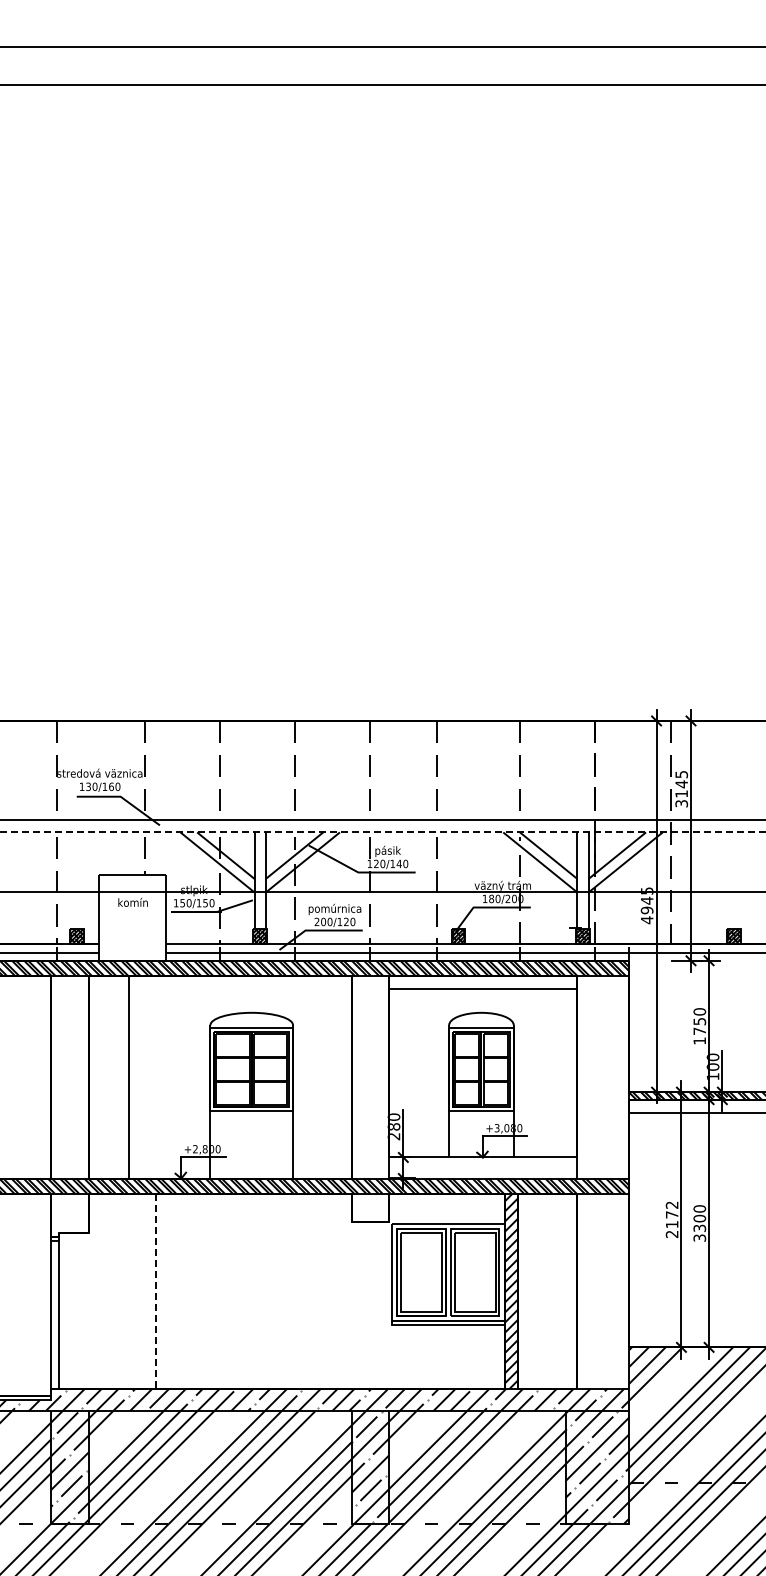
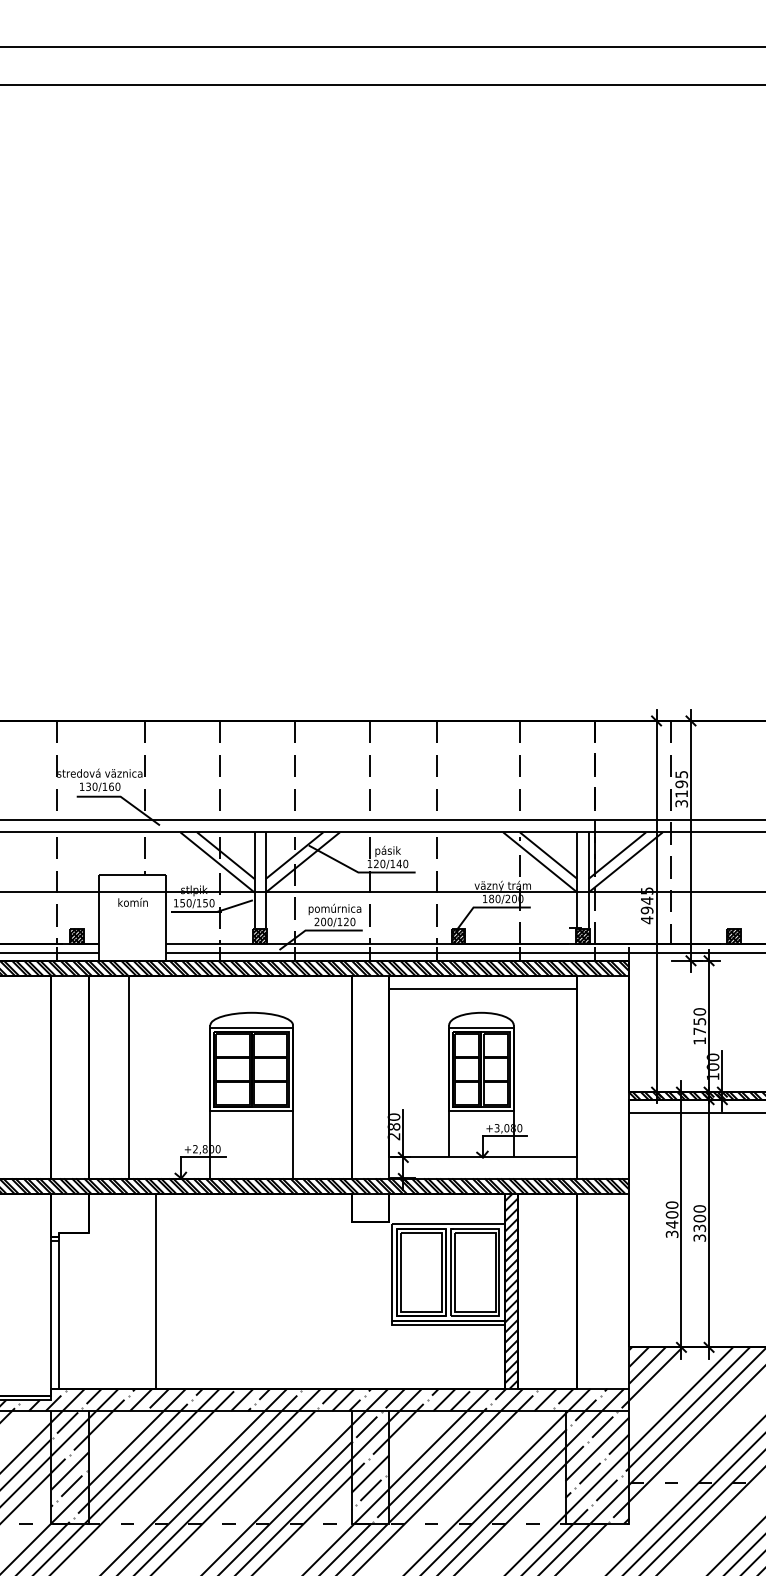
text at (681, 784): 3145 -> 3195
line at (383, 832): dashed -> solid
text at (671, 1219): 2172 -> 3400
line at (156, 1291): dashed -> solid
